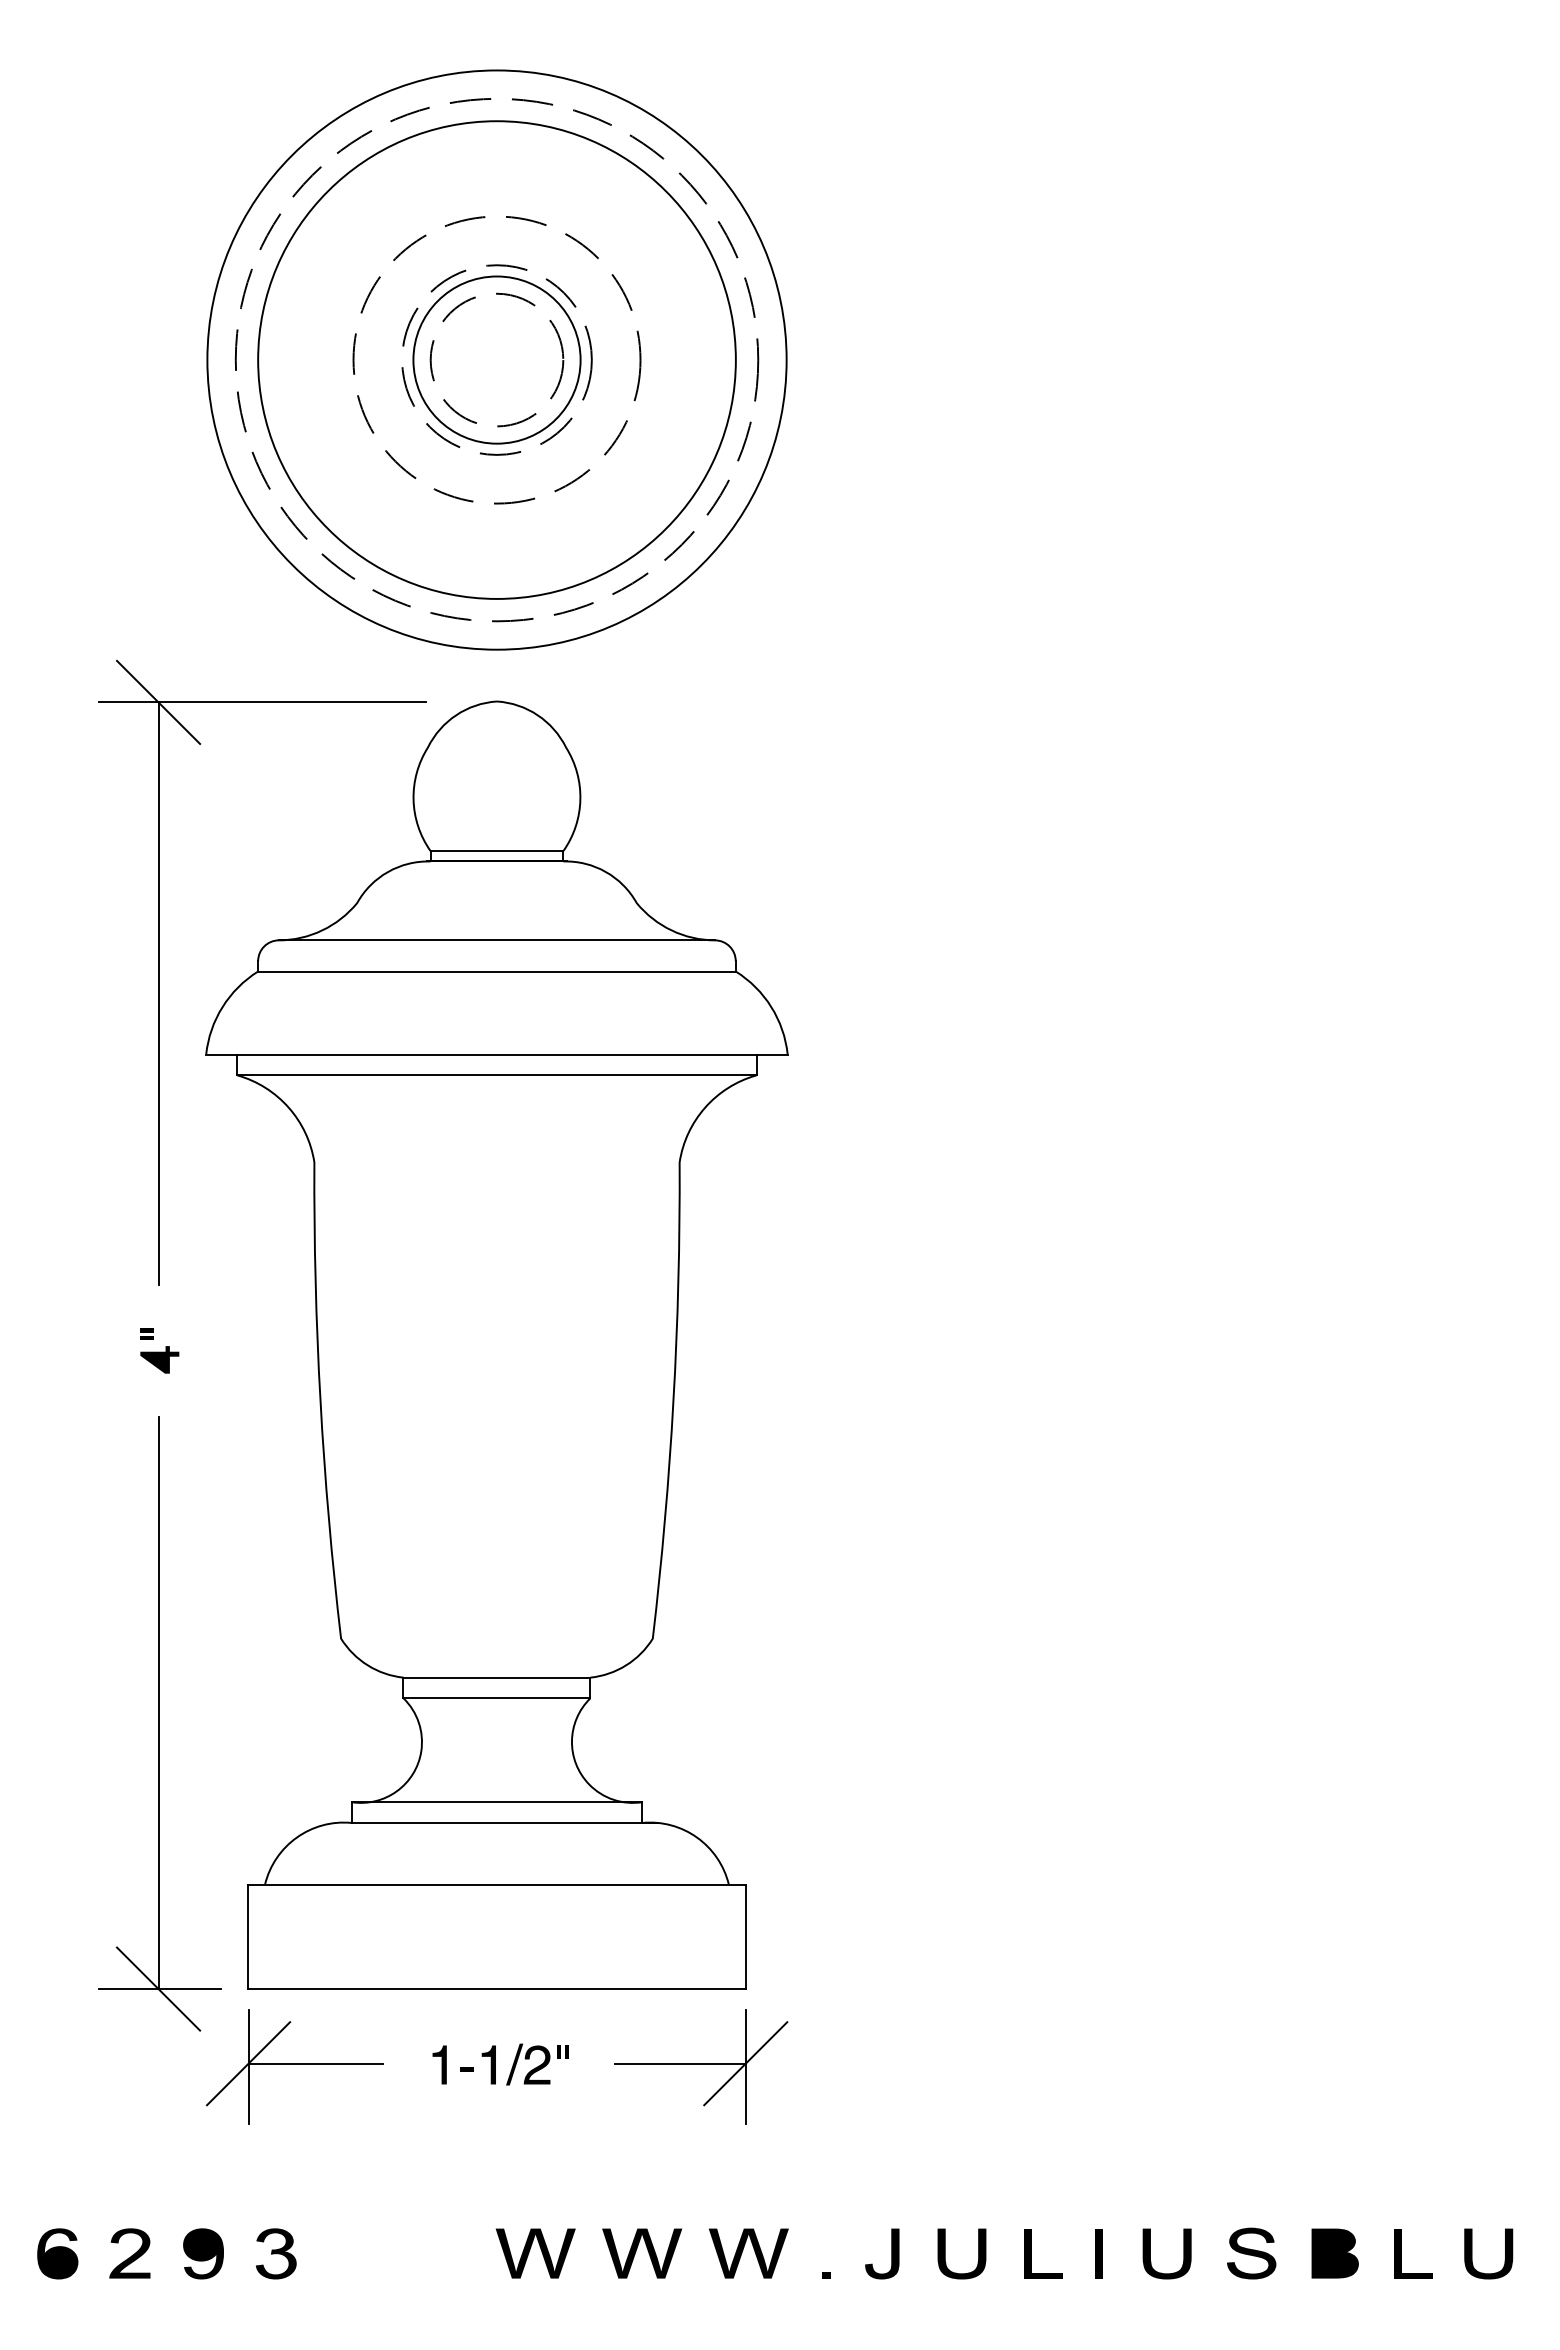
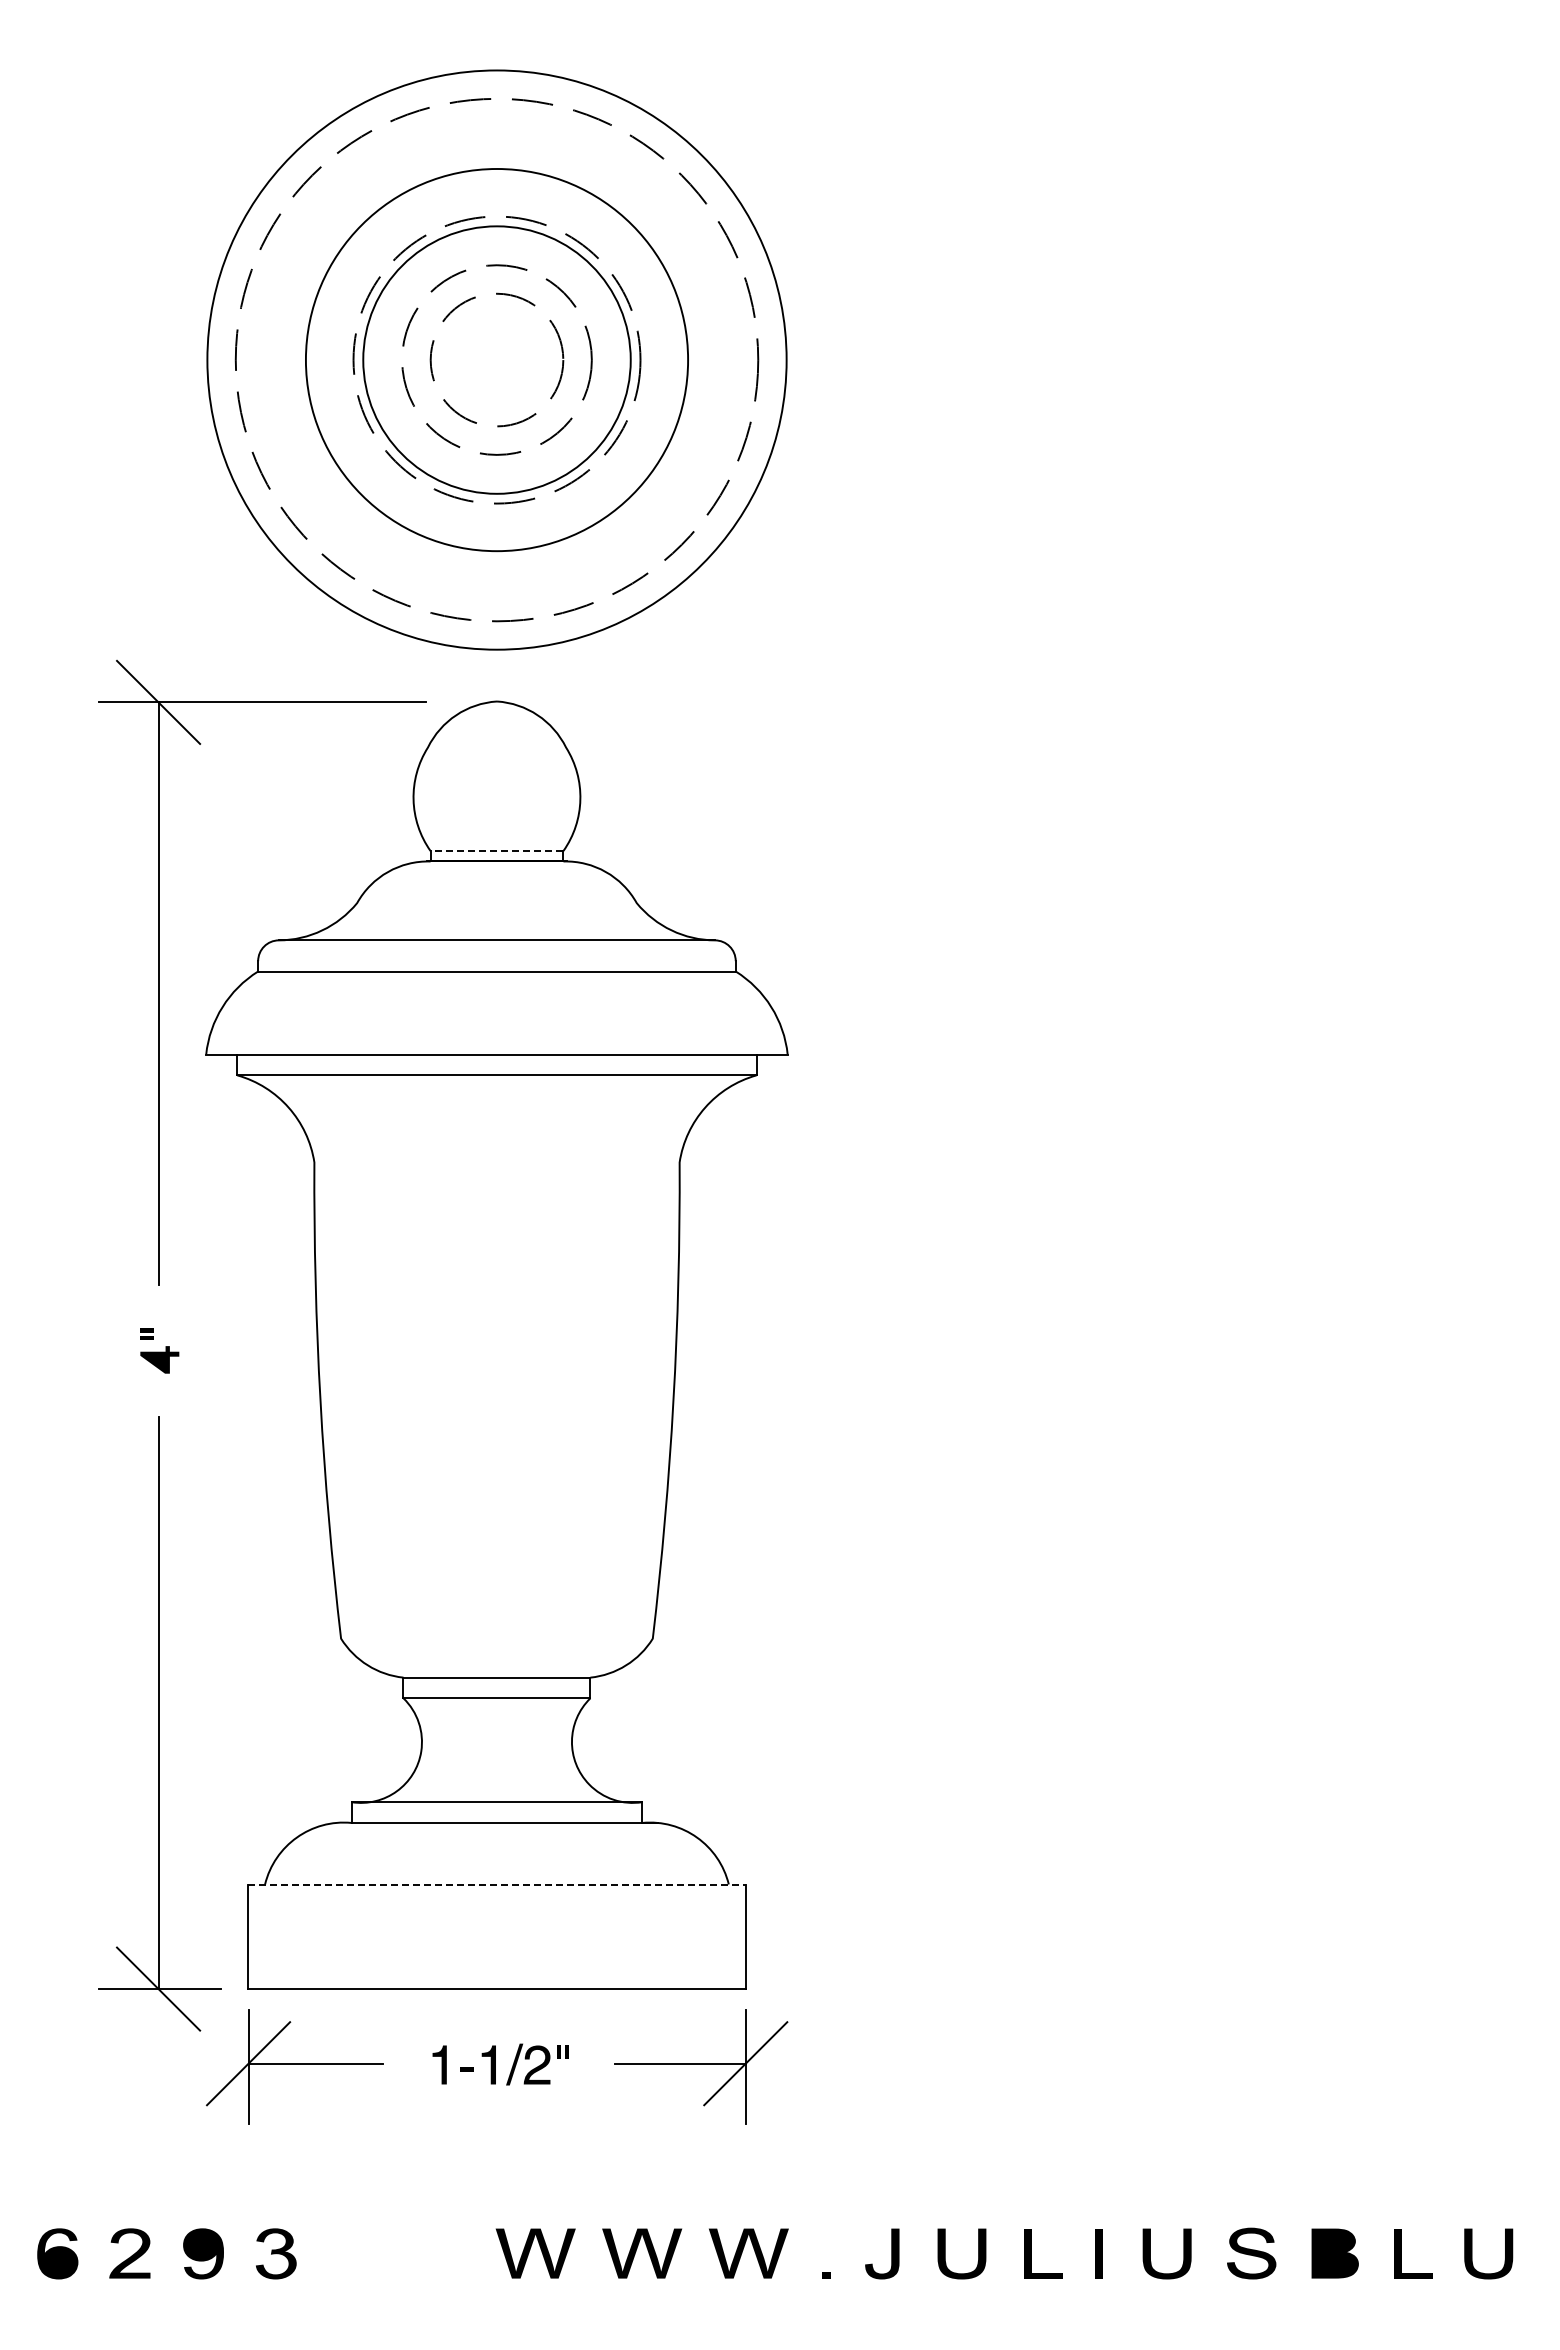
circle at (496, 359) diameter: 167 px -> 267 px
circle at (496, 359) diameter: 478 px -> 382 px
line at (496, 851): solid -> dashed
line at (497, 1885): solid -> dashed
